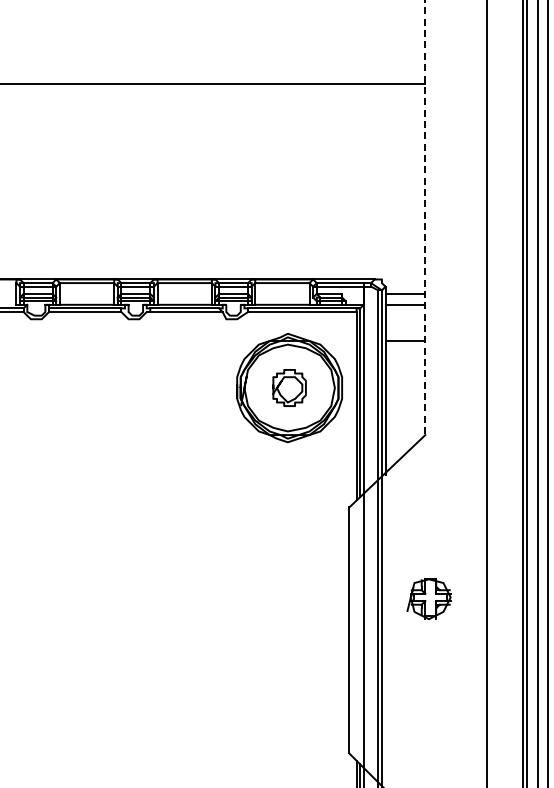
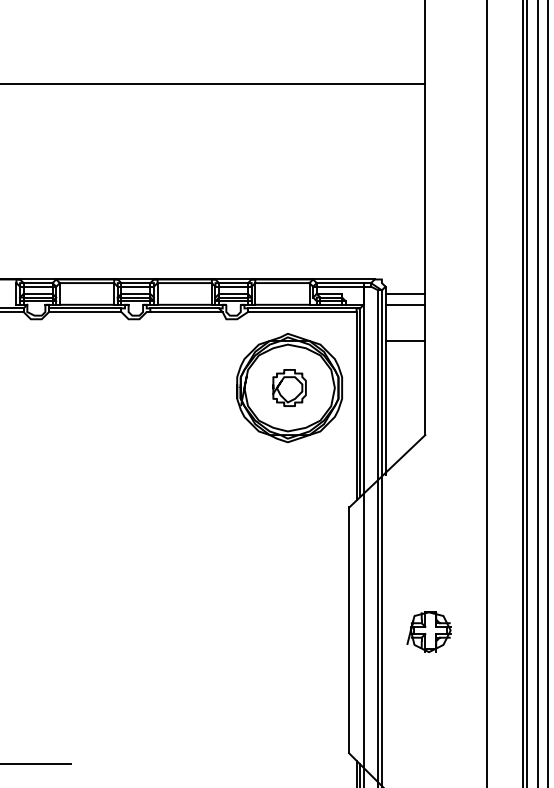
line at (425, 218): dashed -> solid
part at (428, 598) position: (428, 598) -> (428, 631)
line at (36, 764): none -> present
